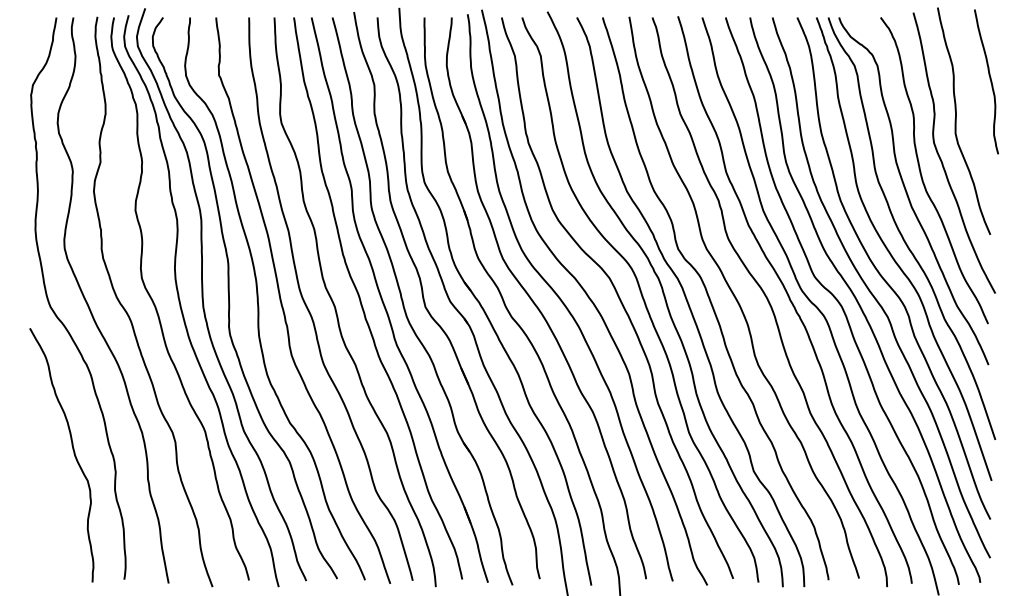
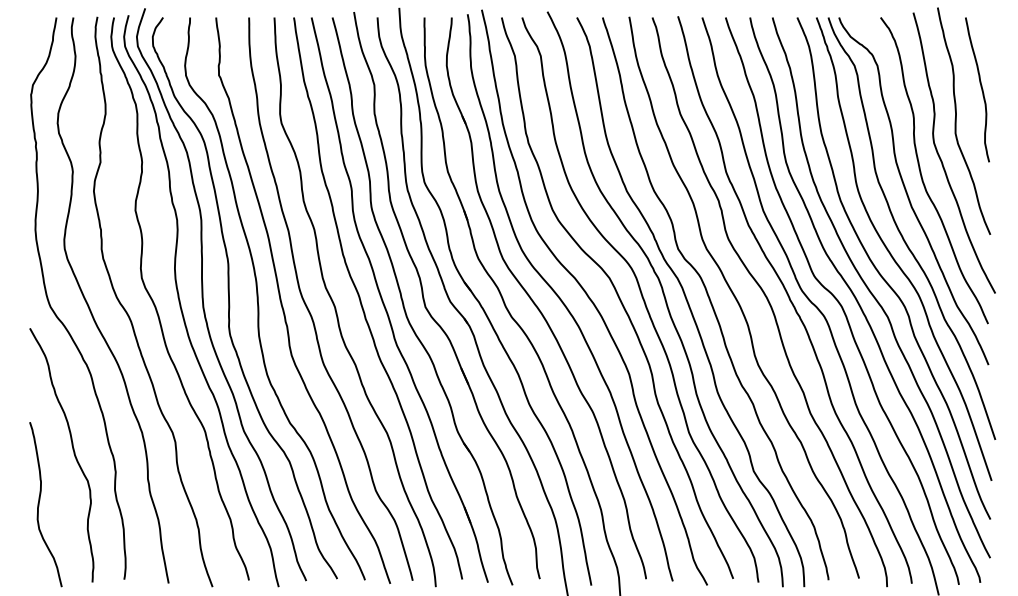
curve at (989, 79) position: (989, 79) -> (980, 87)
curve at (39, 504): none -> present
